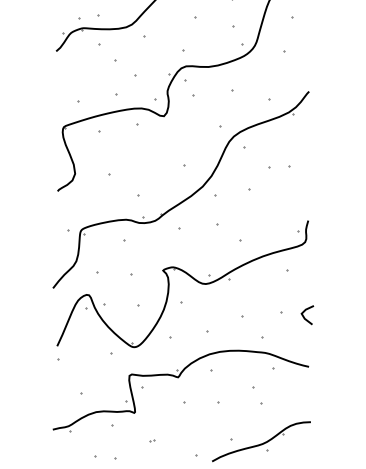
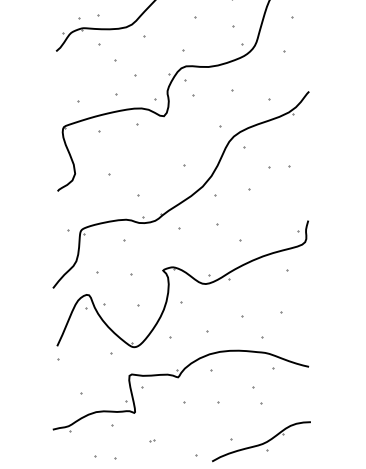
line at (305, 317): present -> none
